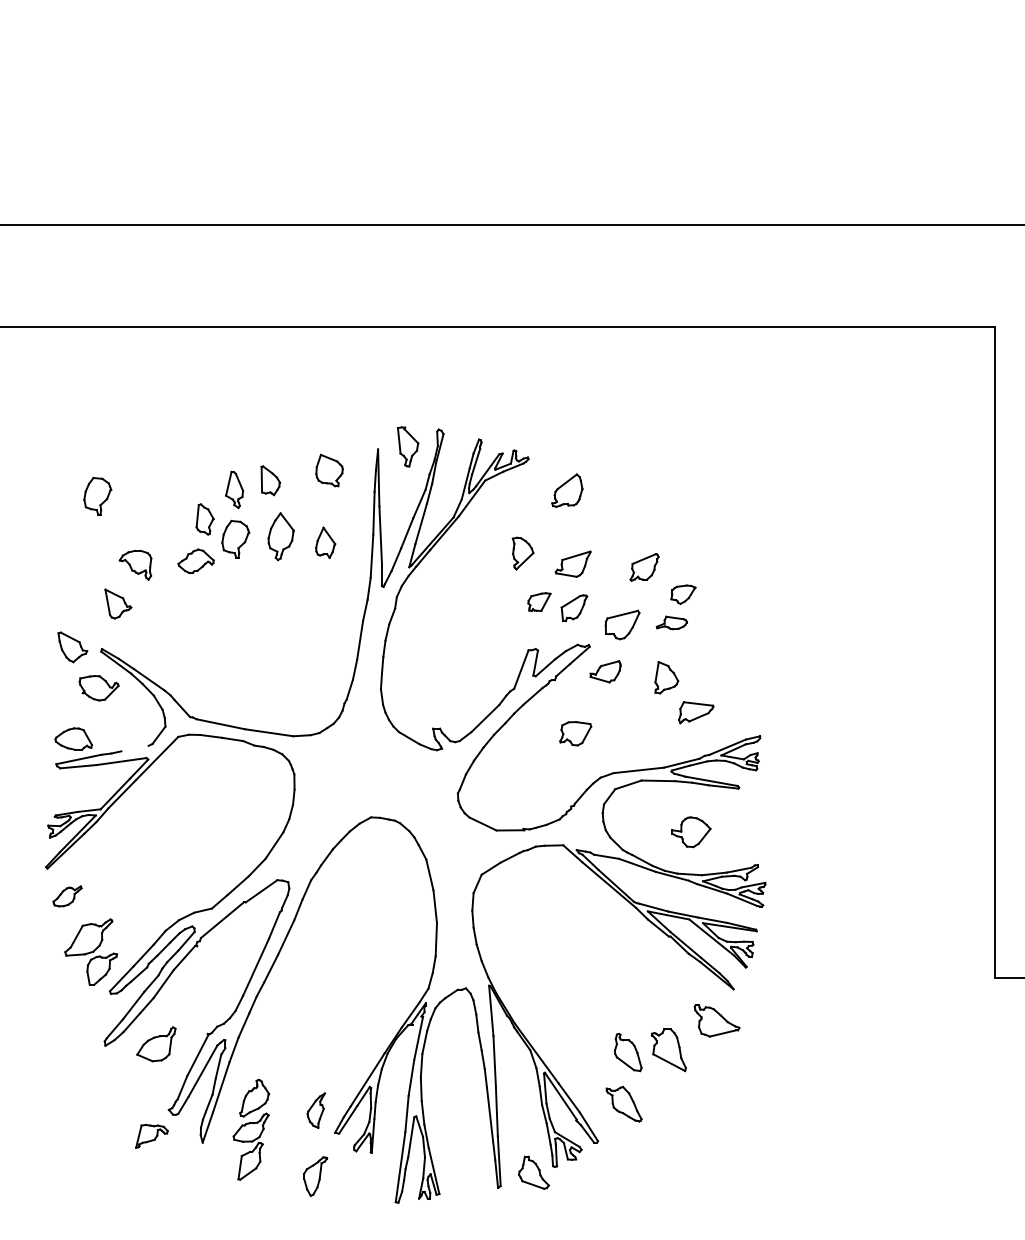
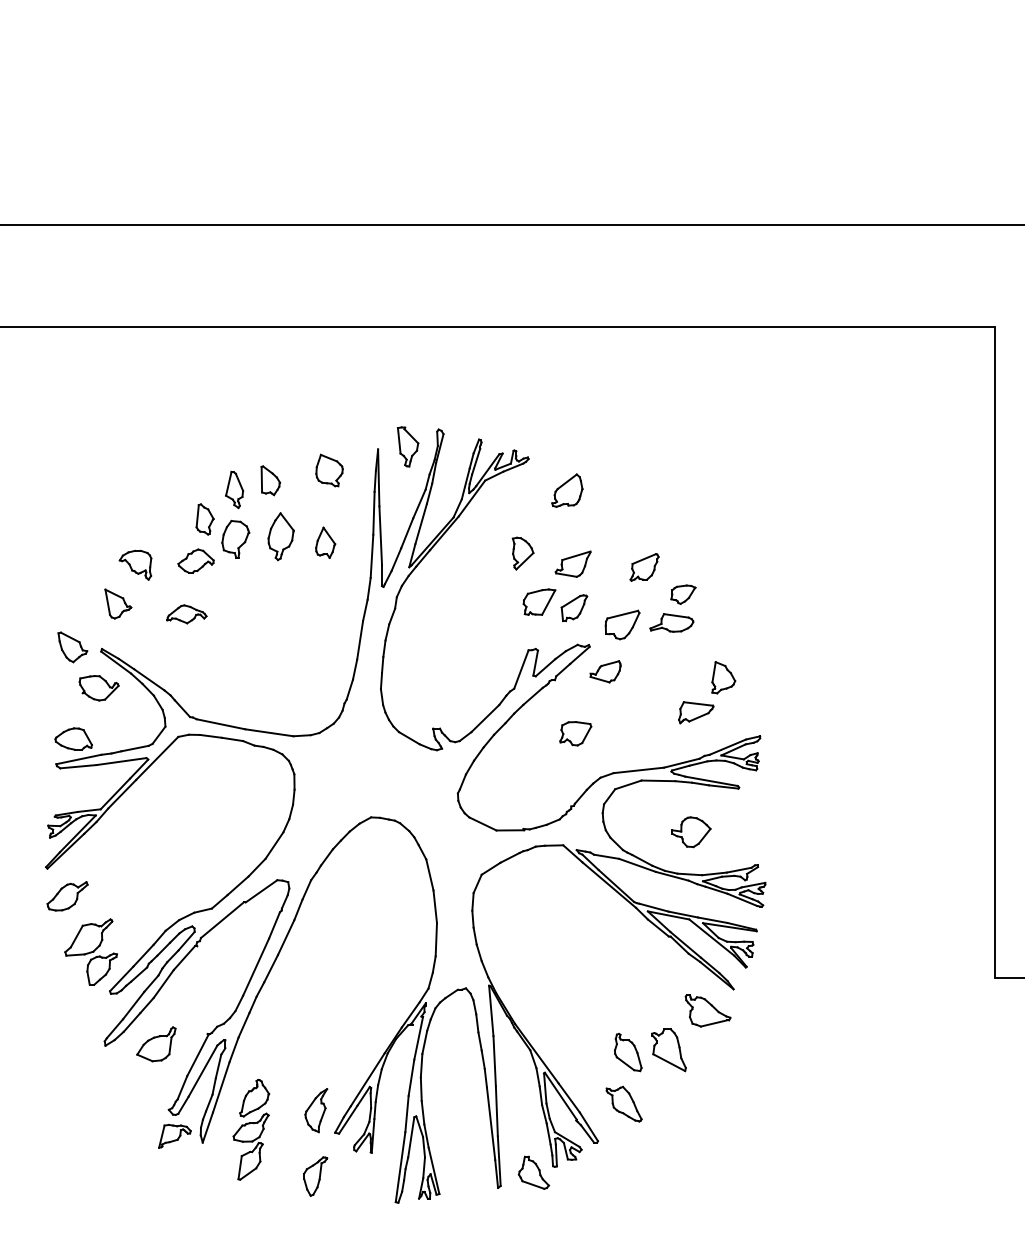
part at (97, 495): present -> none
part at (539, 601) size: 25x20 px -> 35x28 px
part at (186, 614): none -> present
part at (671, 622) size: 33x16 px -> 46x20 px
part at (666, 677) position: (666, 677) -> (723, 677)
line at (134, 748): none -> present
part at (67, 896) size: 31x23 px -> 43x31 px
part at (716, 1020) position: (716, 1020) -> (707, 1010)
part at (316, 1110) size: 21x37 px -> 25x46 px
part at (151, 1136) position: (151, 1136) -> (174, 1136)
